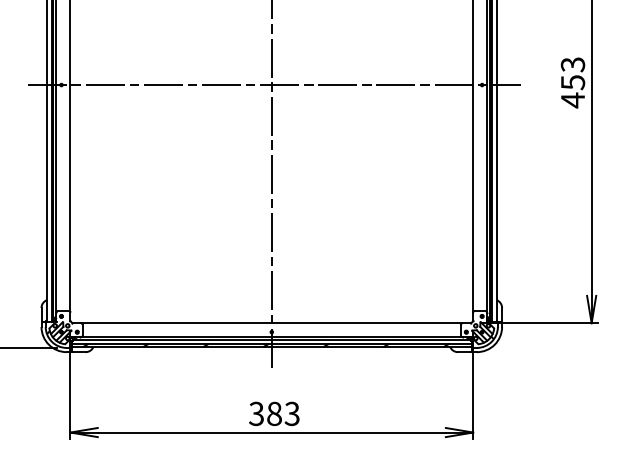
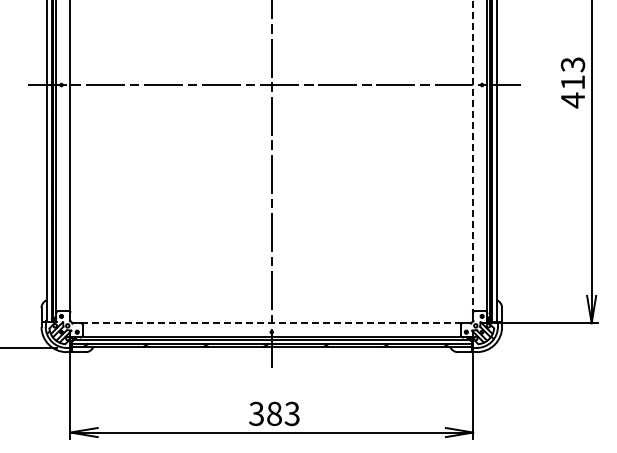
text at (573, 82): 453 -> 413
line at (473, 156): solid -> dashed
line at (271, 323): solid -> dashed
